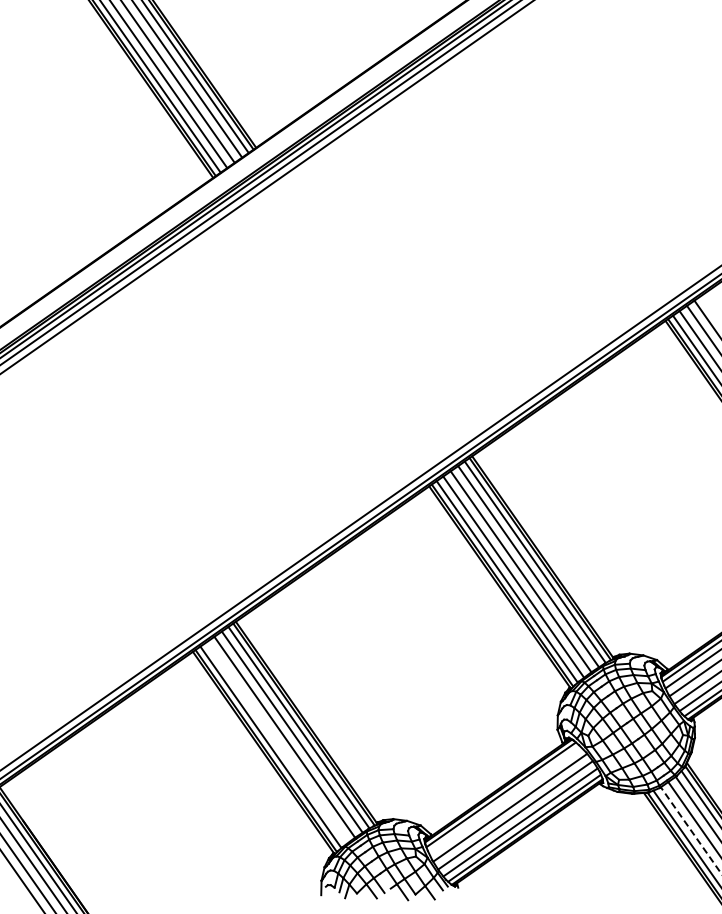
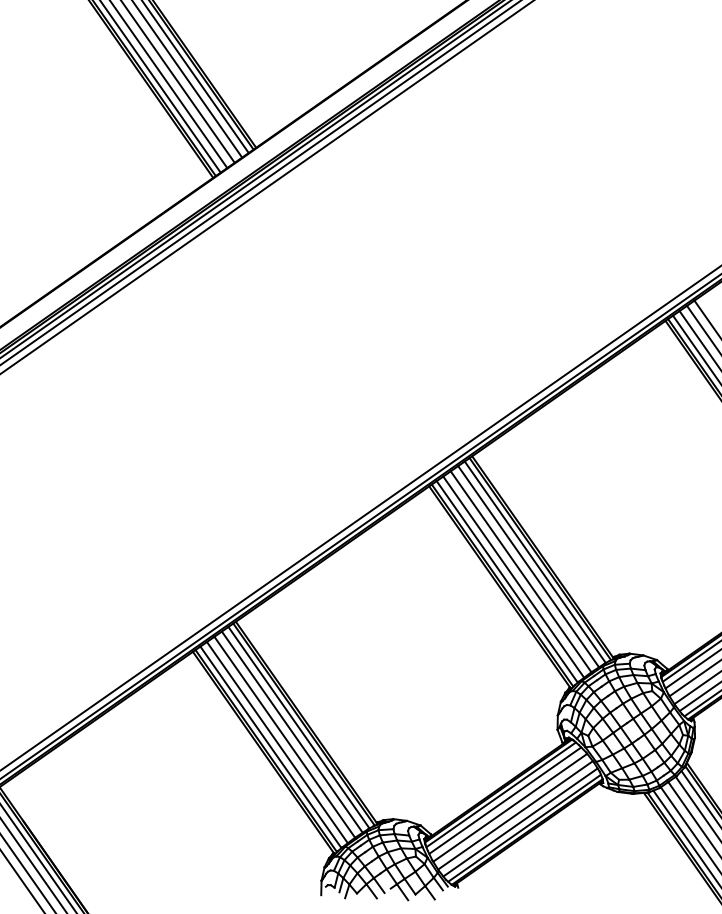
line at (276, 742): none -> present
line at (505, 800): none -> present
line at (691, 830): dashed -> solid
